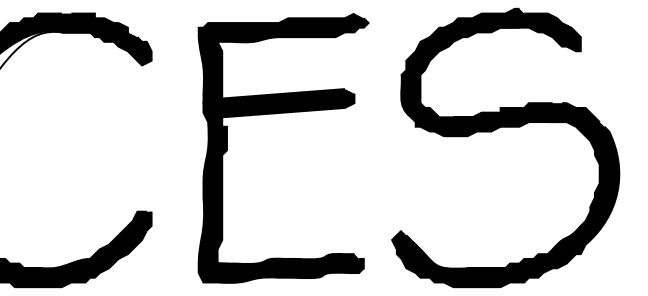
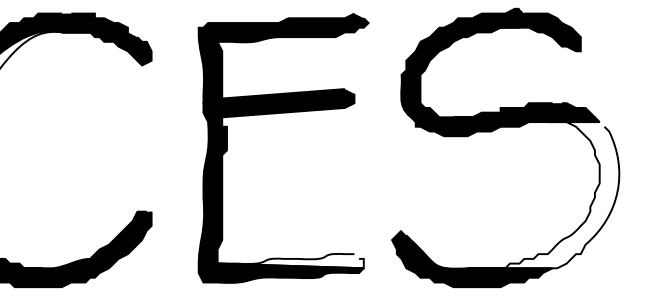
fill at (543, 195): present -> none
fill at (290, 260): present -> none
